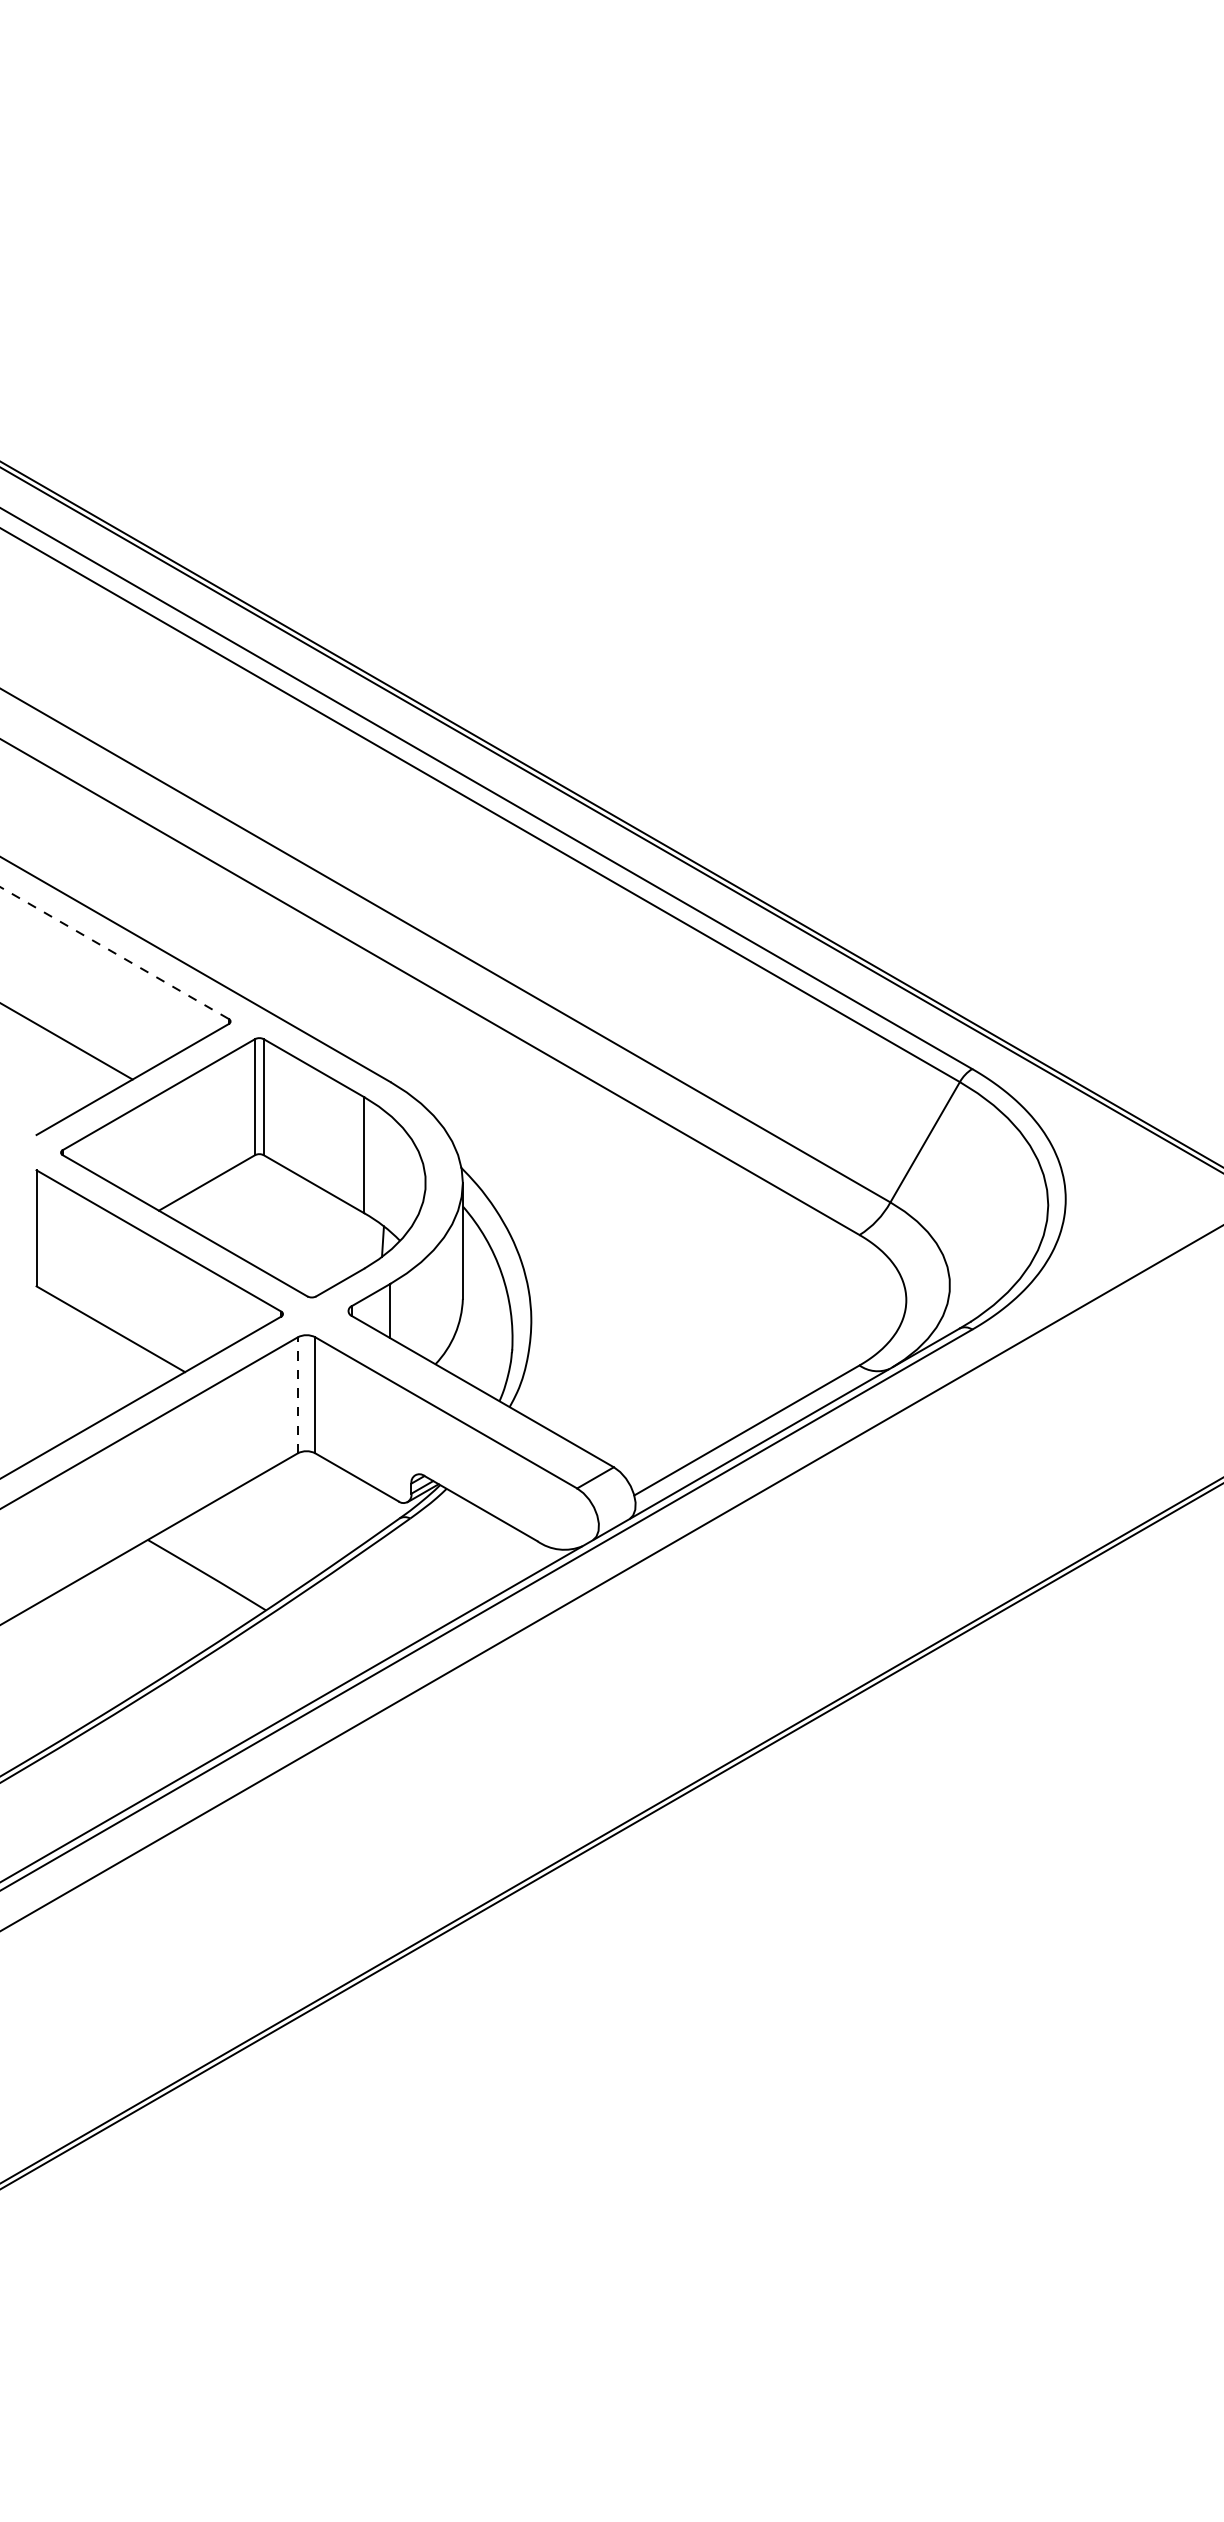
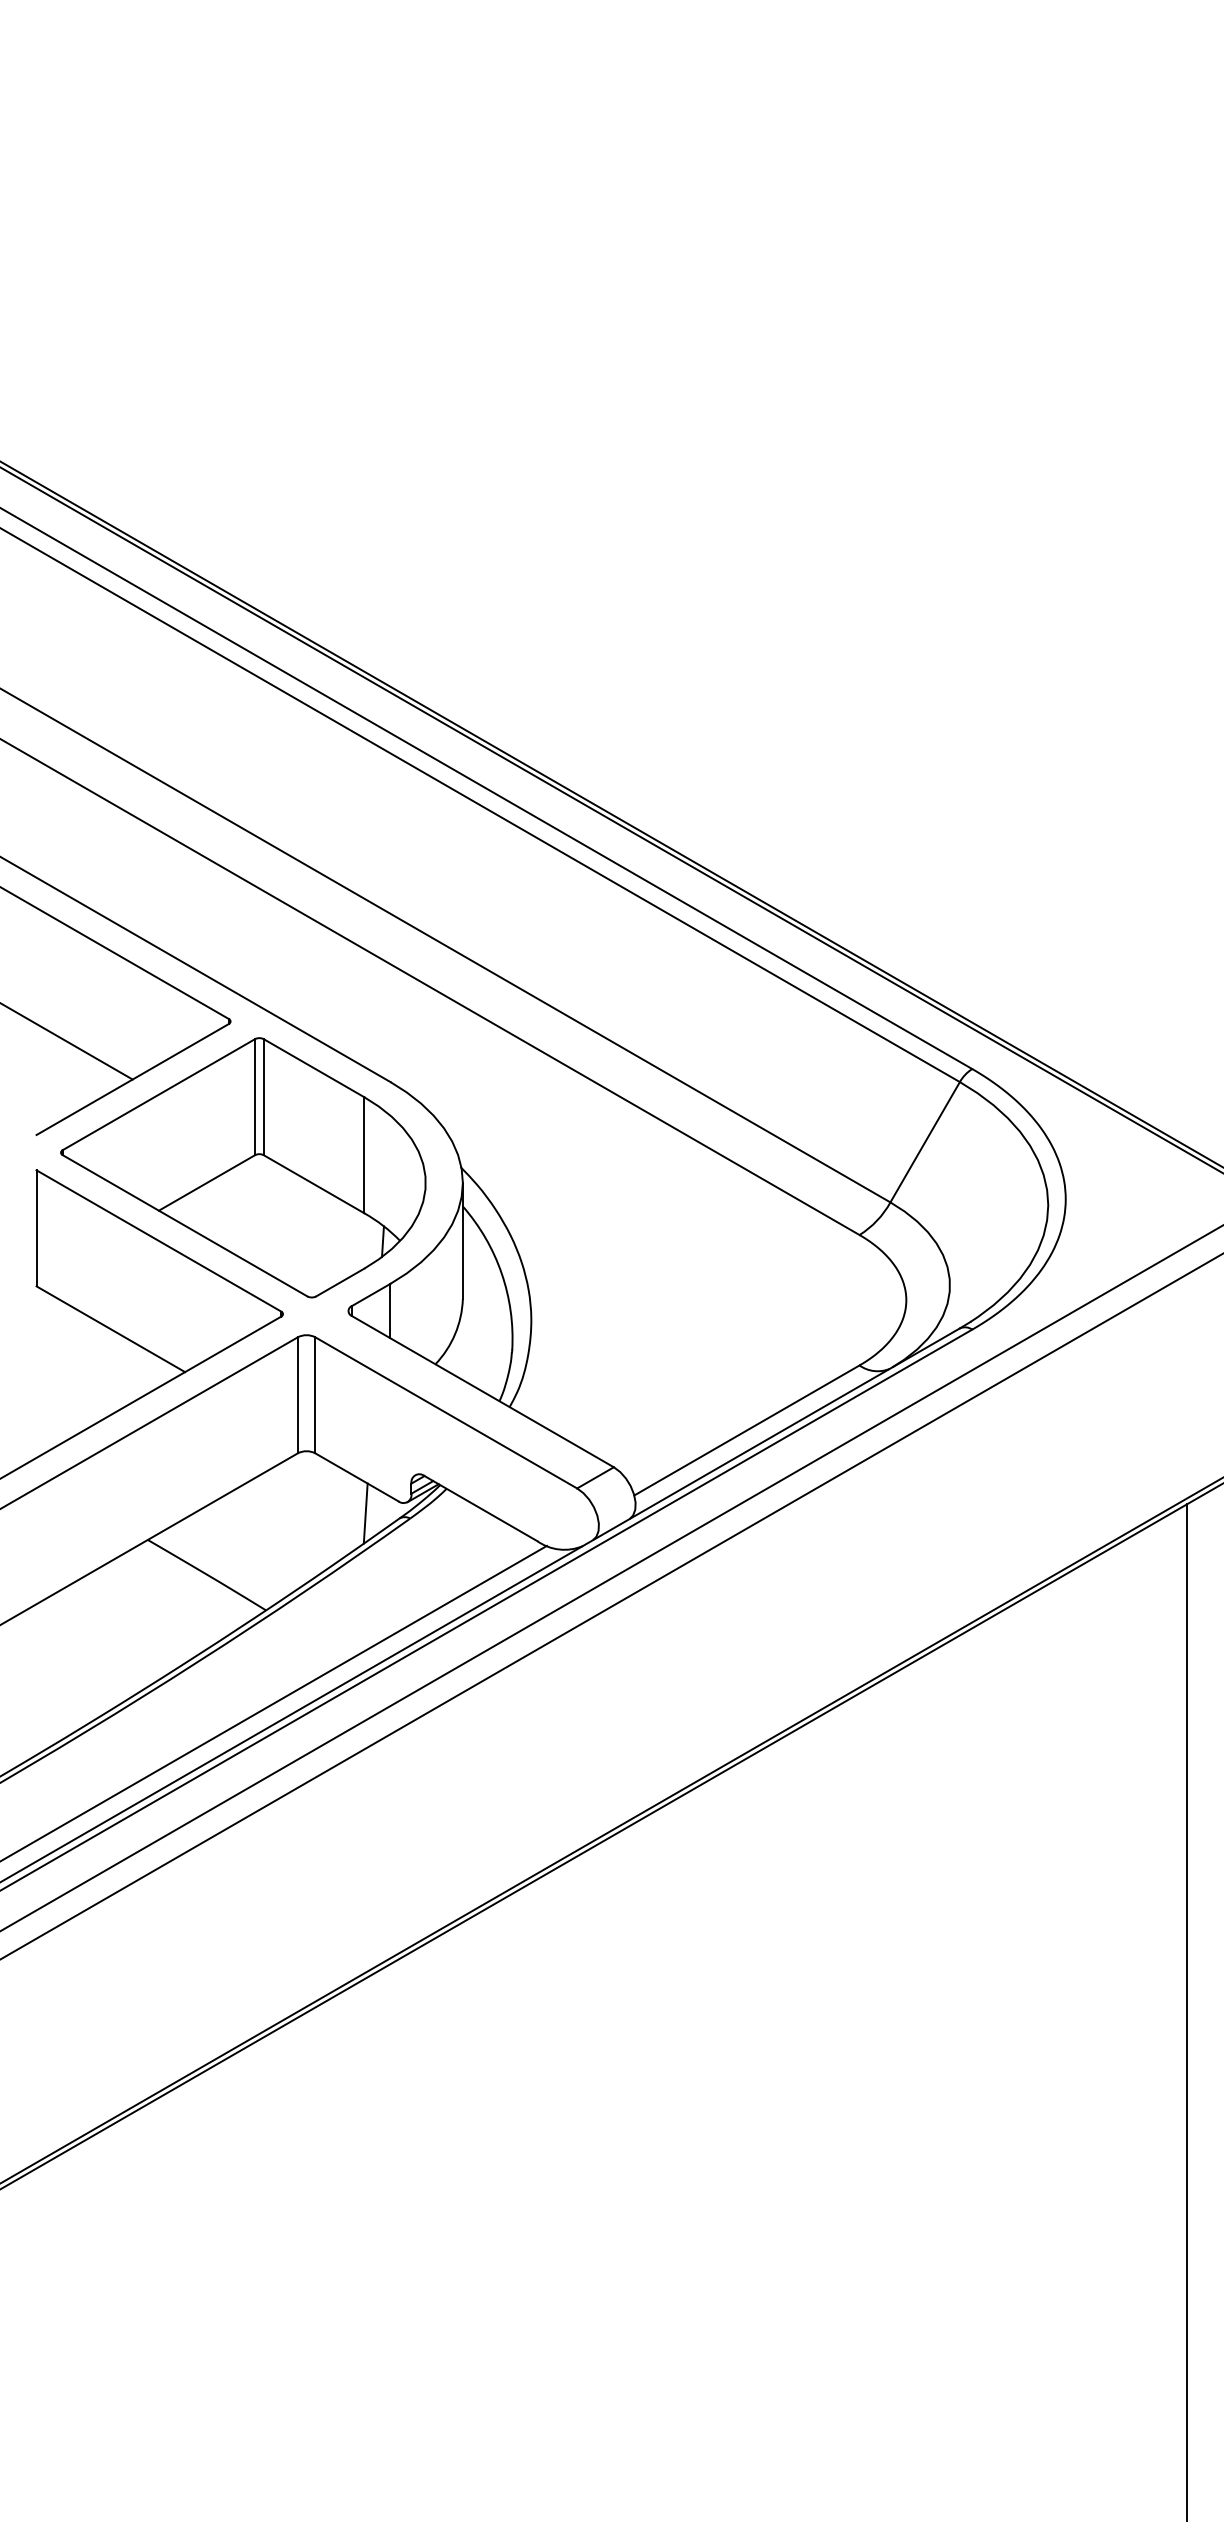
line at (114, 953): dashed -> solid
line at (297, 1394): dashed -> solid
line at (365, 1513): none -> present
line at (611, 1606): none -> present
line at (274, 1702): none -> present
line at (1187, 2011): none -> present
